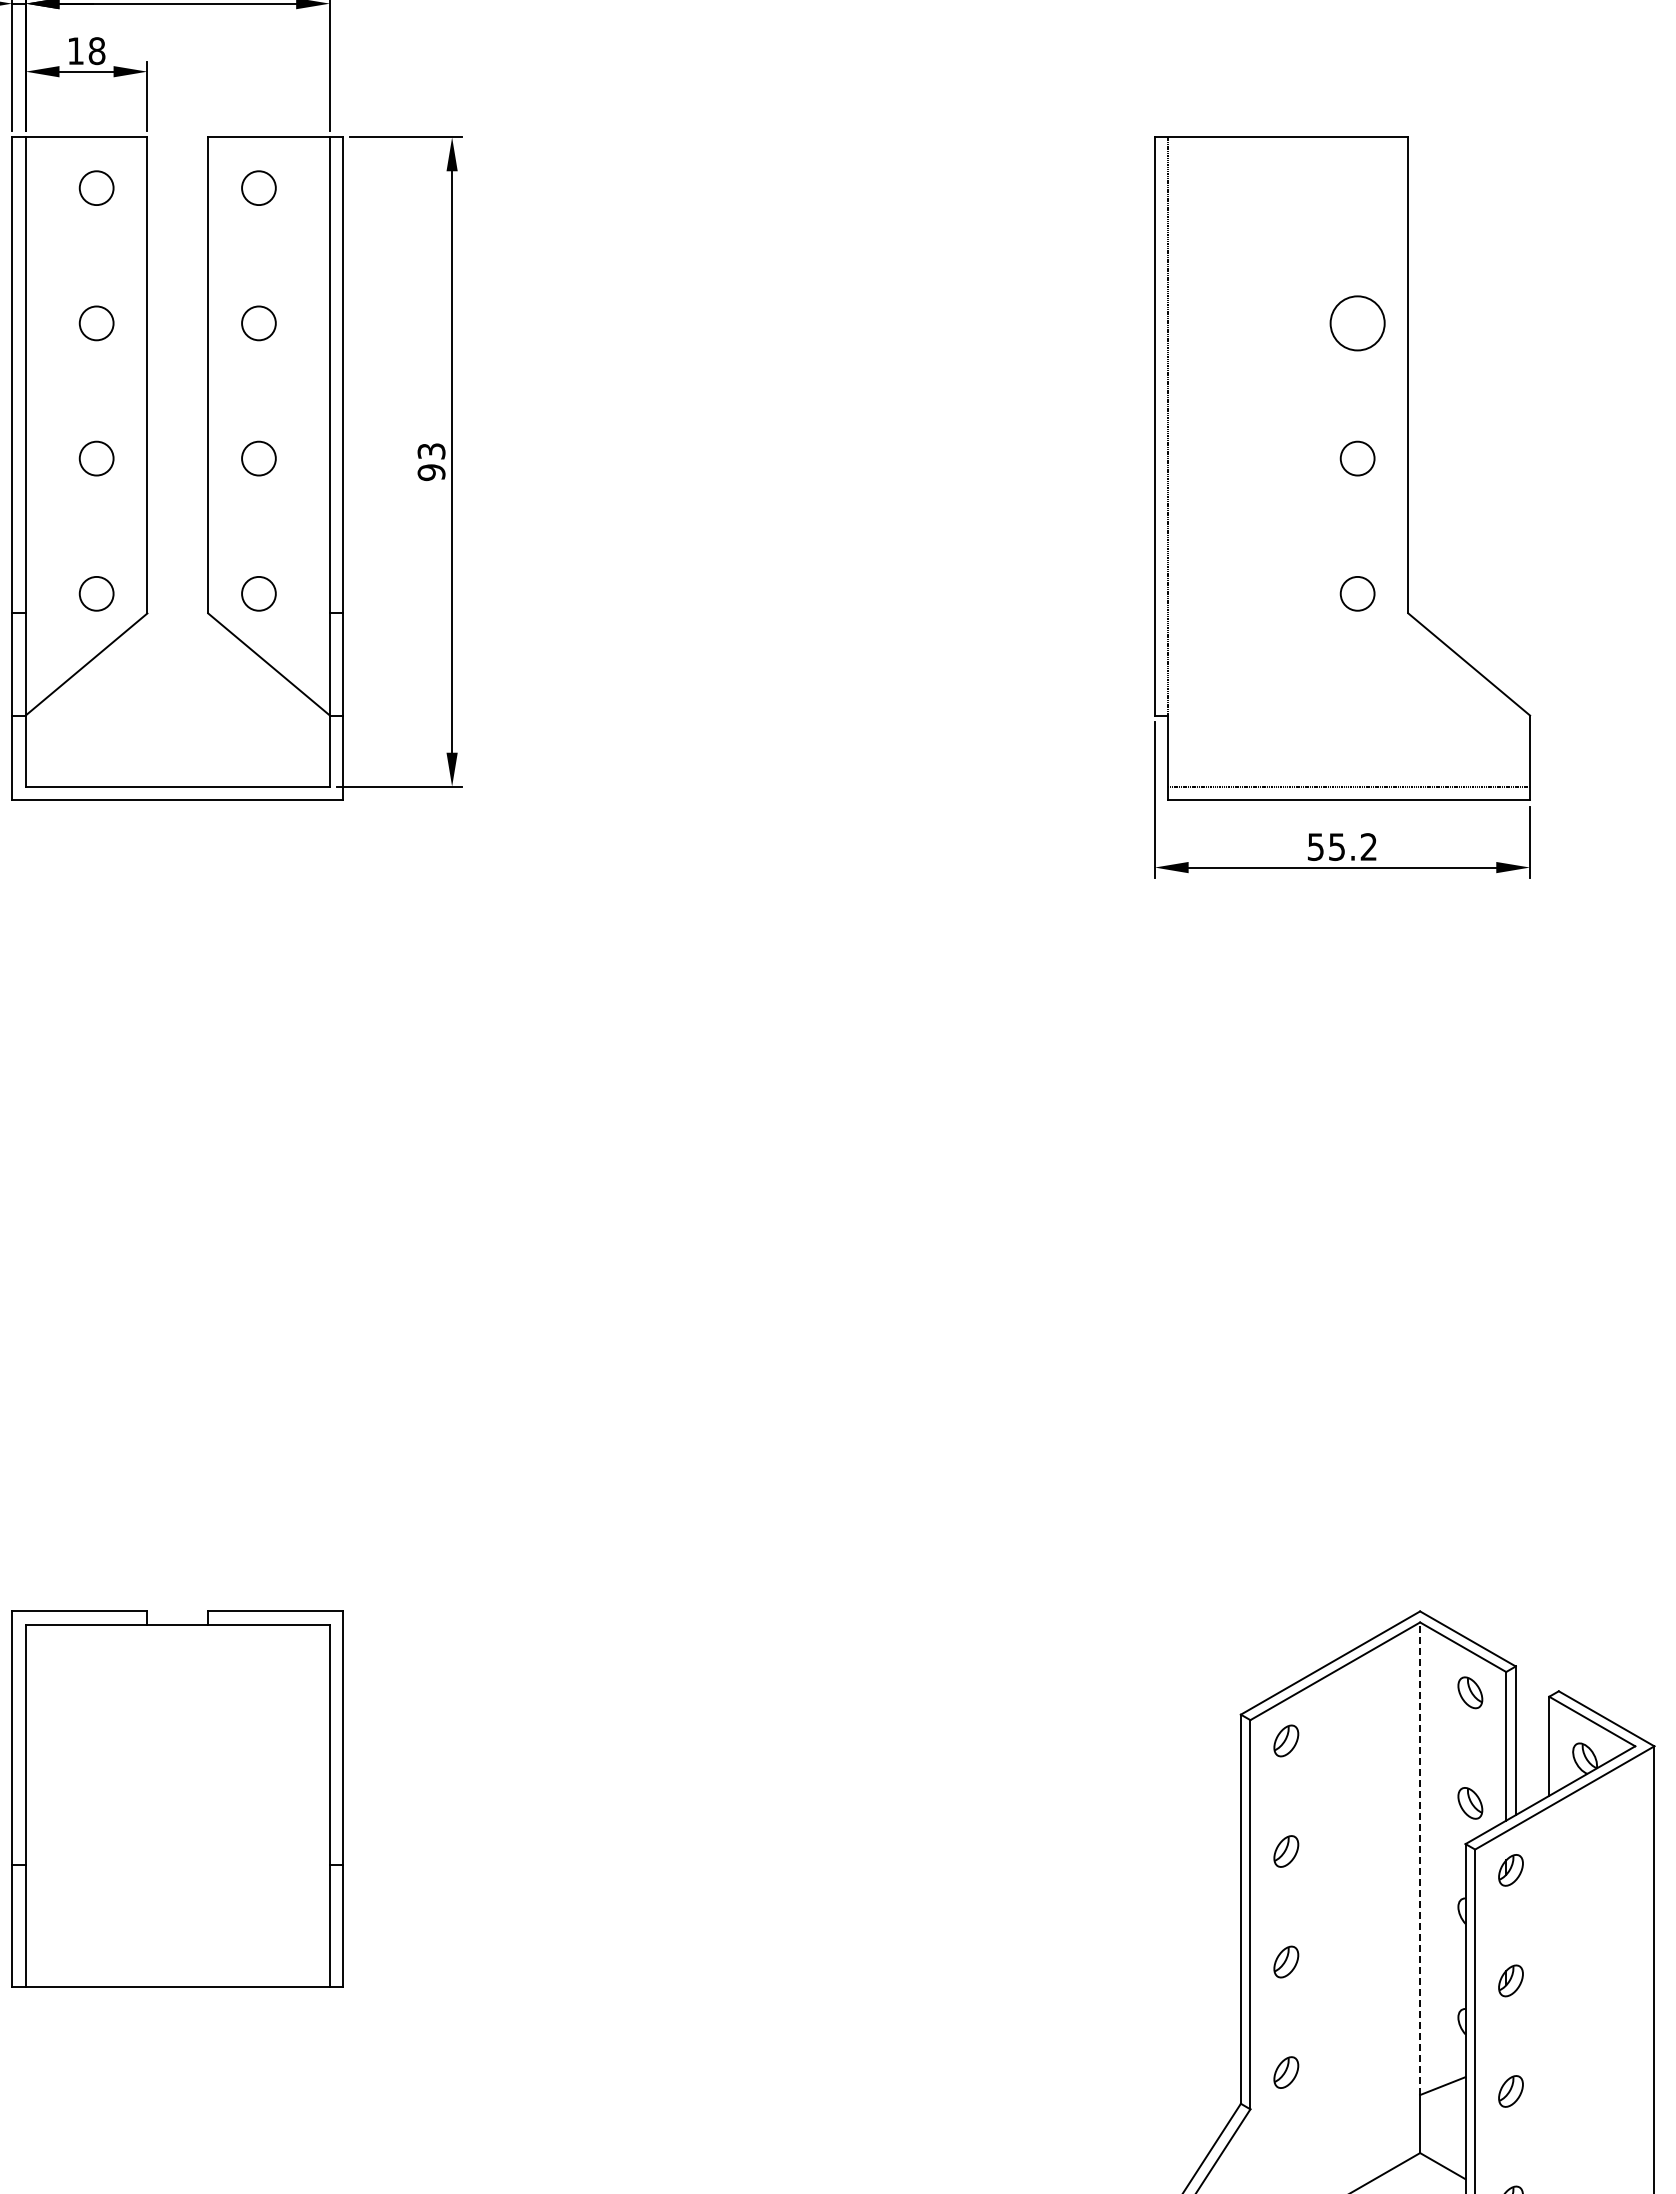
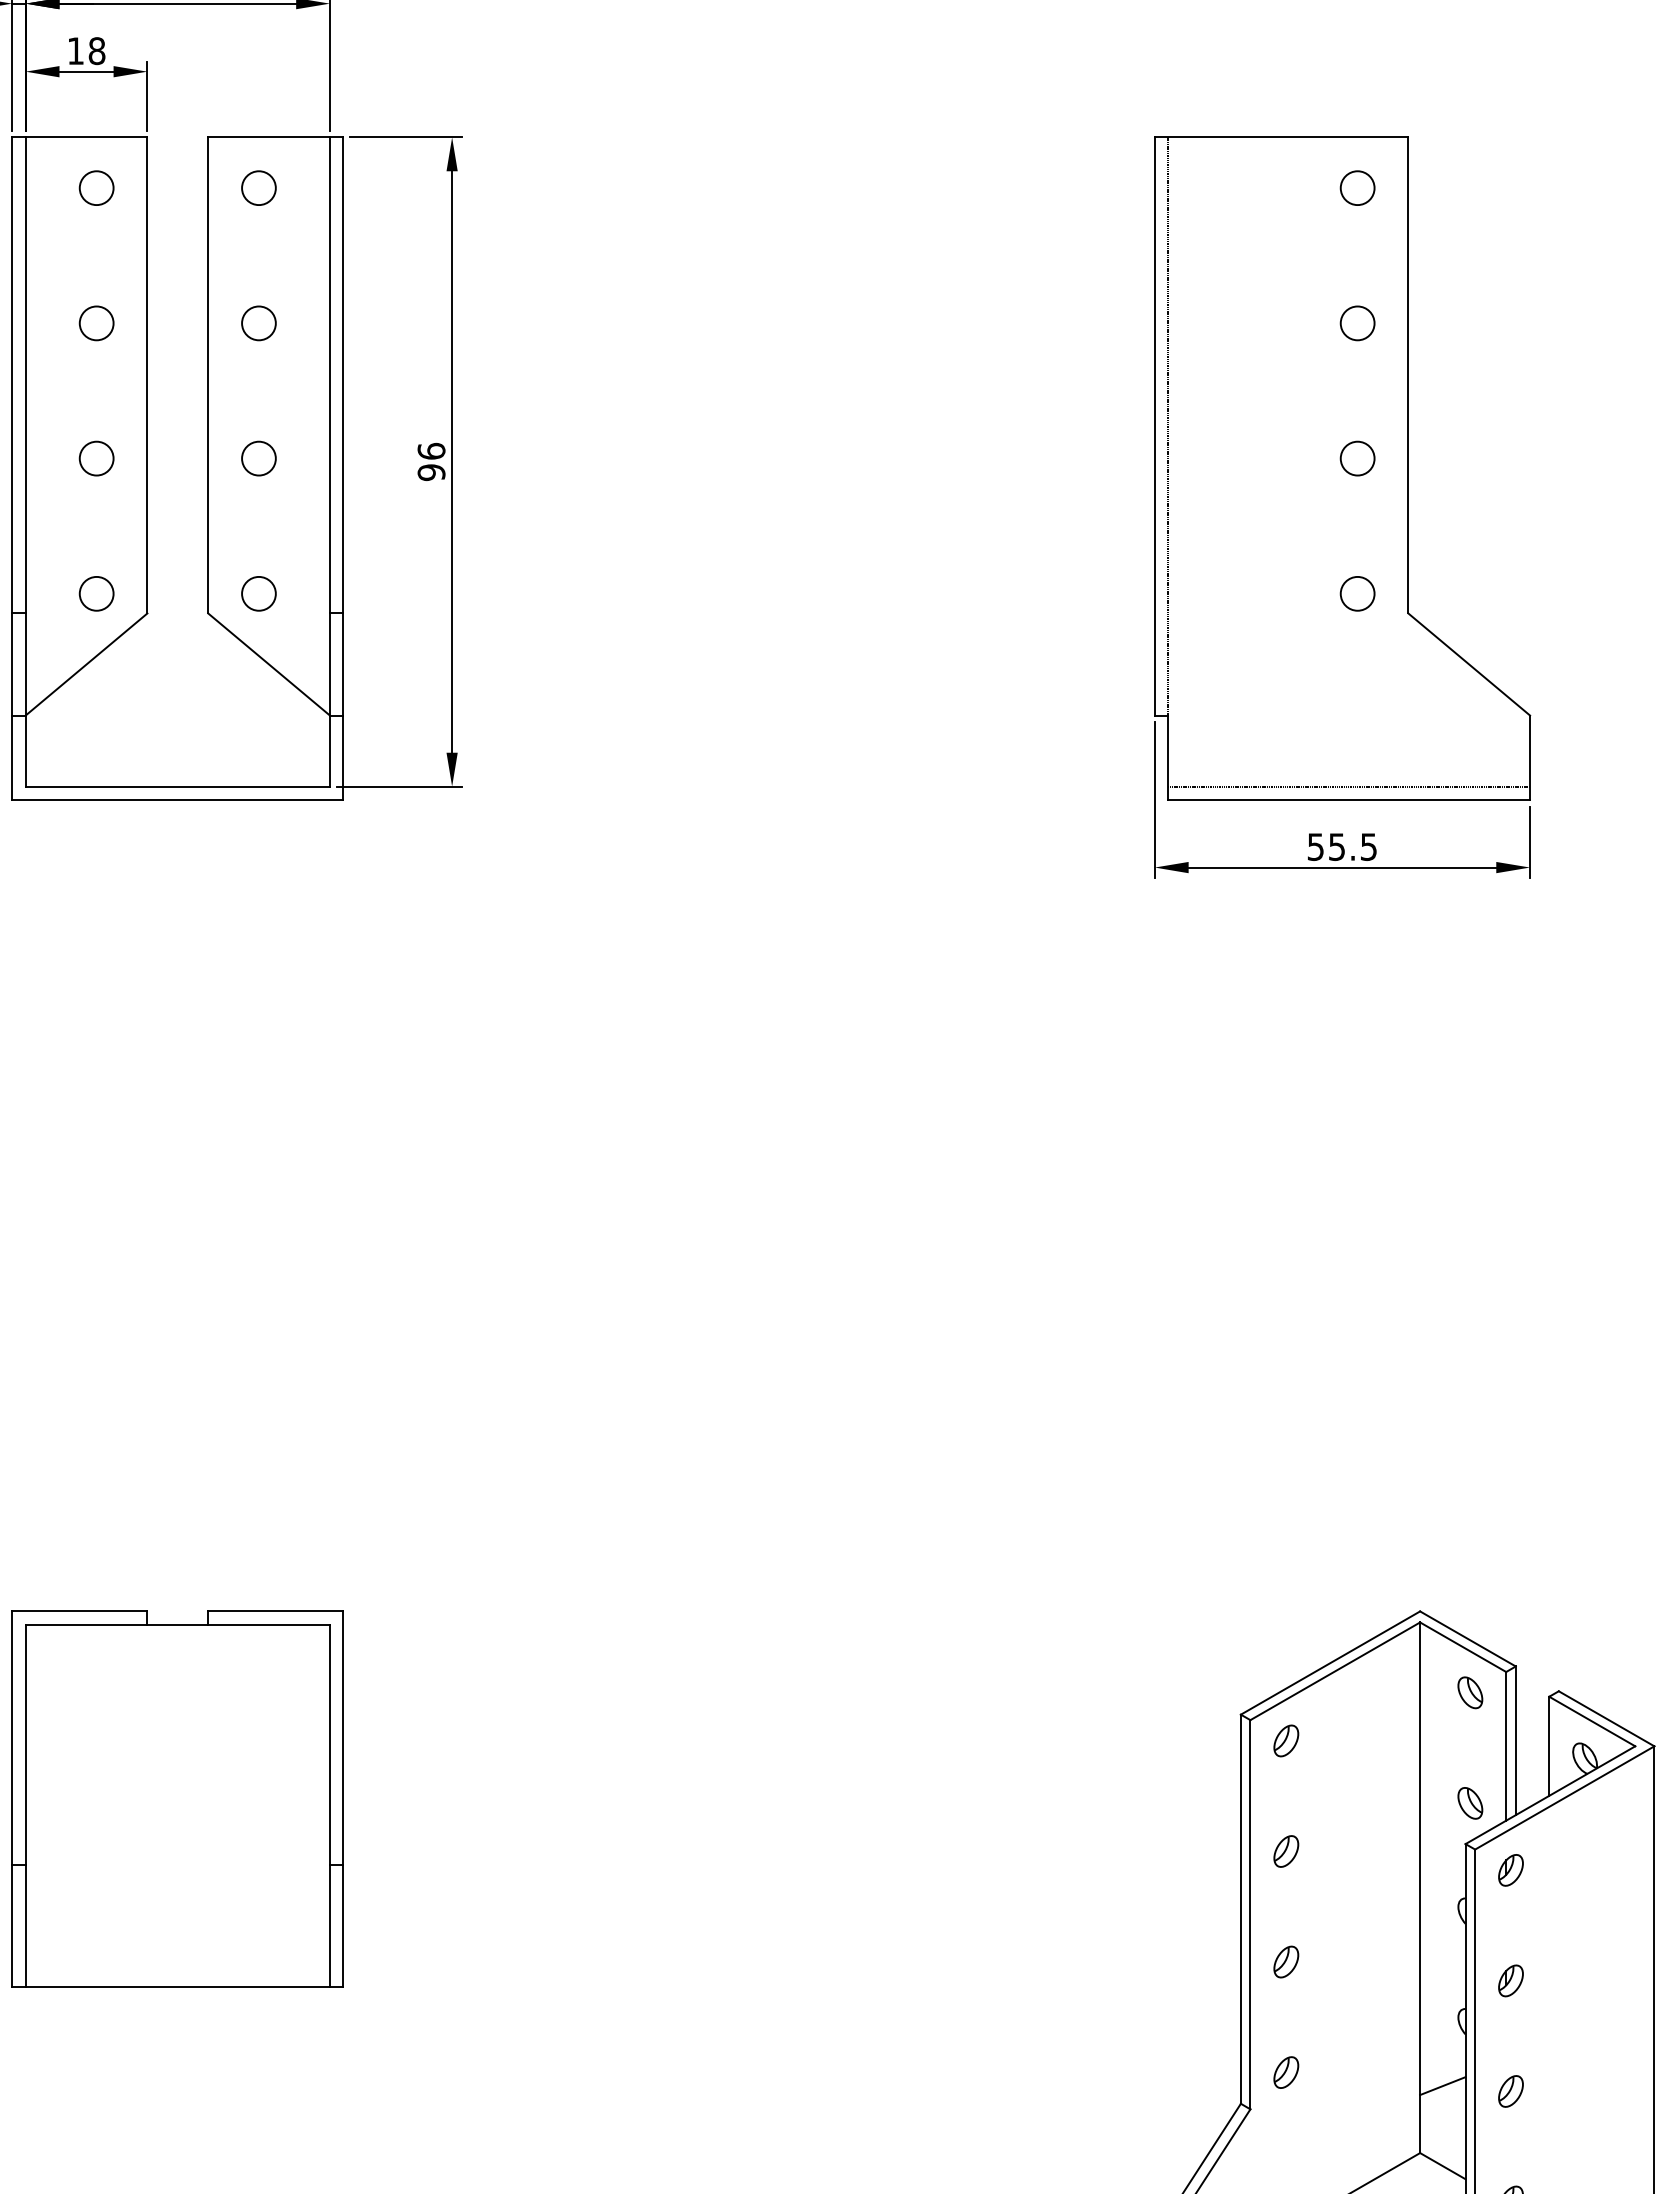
circle at (1357, 187): none -> present
circle at (1357, 323) diameter: 54 px -> 34 px
text at (431, 450): 93 -> 96
text at (1368, 846): 55.2 -> 55.5
line at (1420, 1858): dashed -> solid
